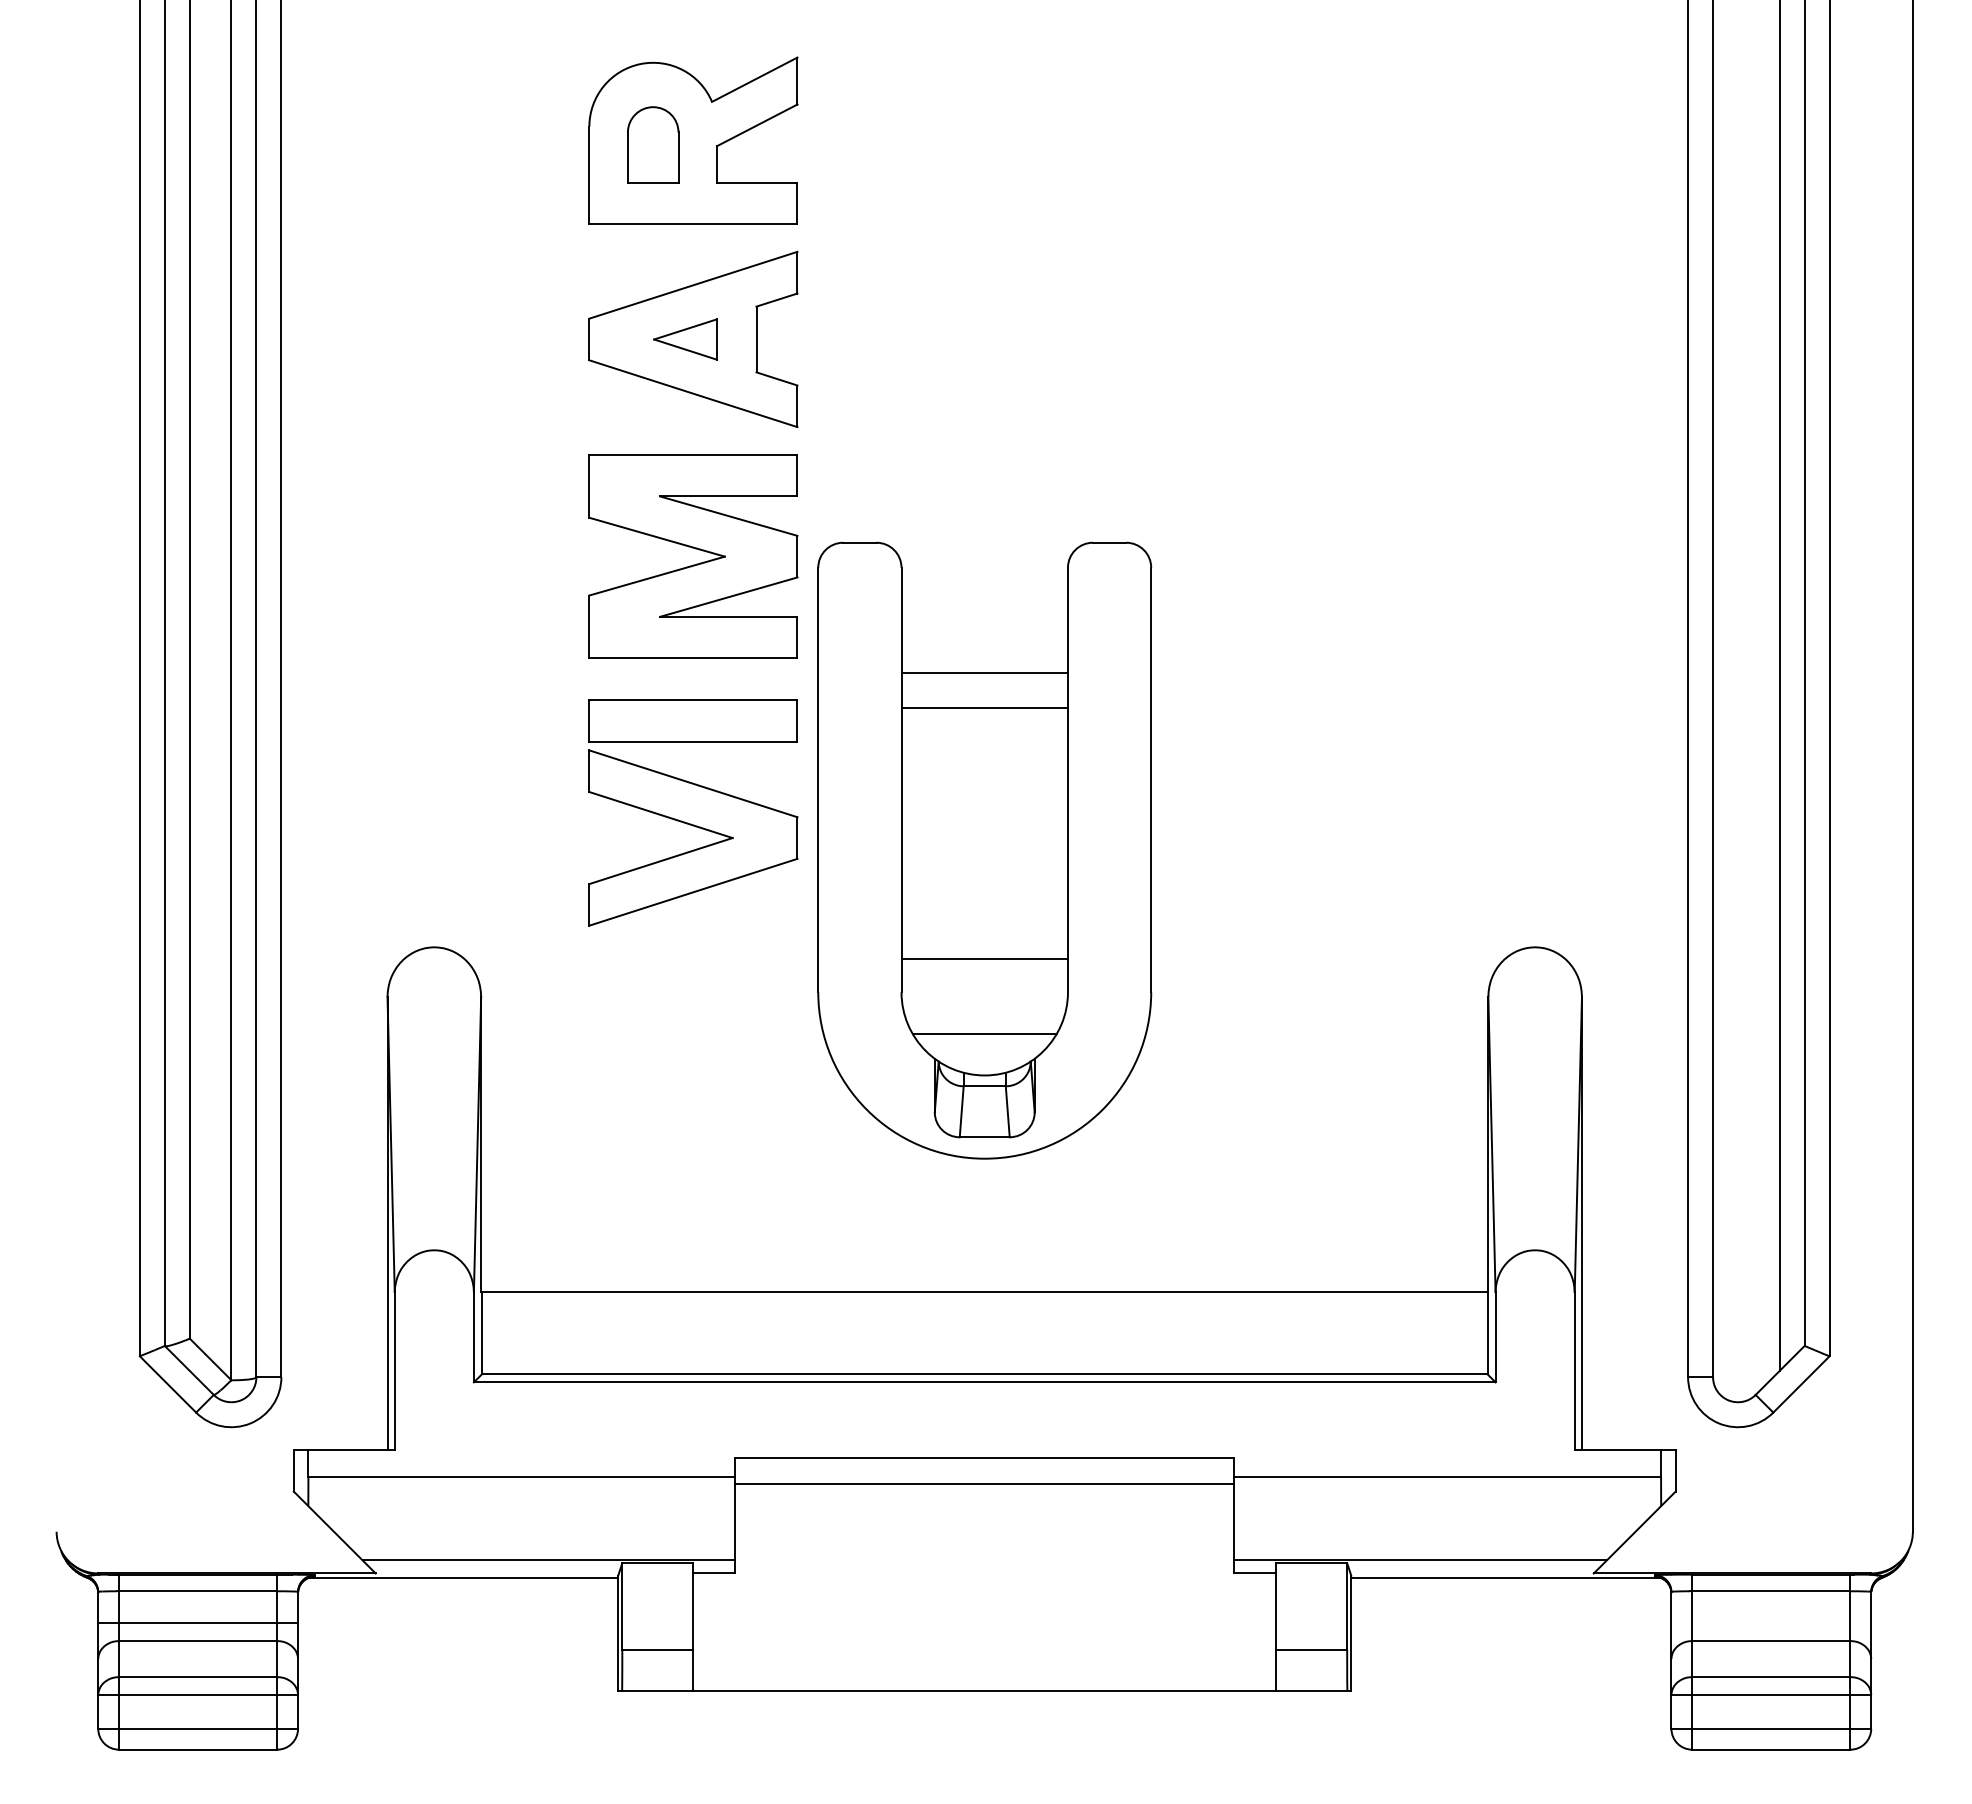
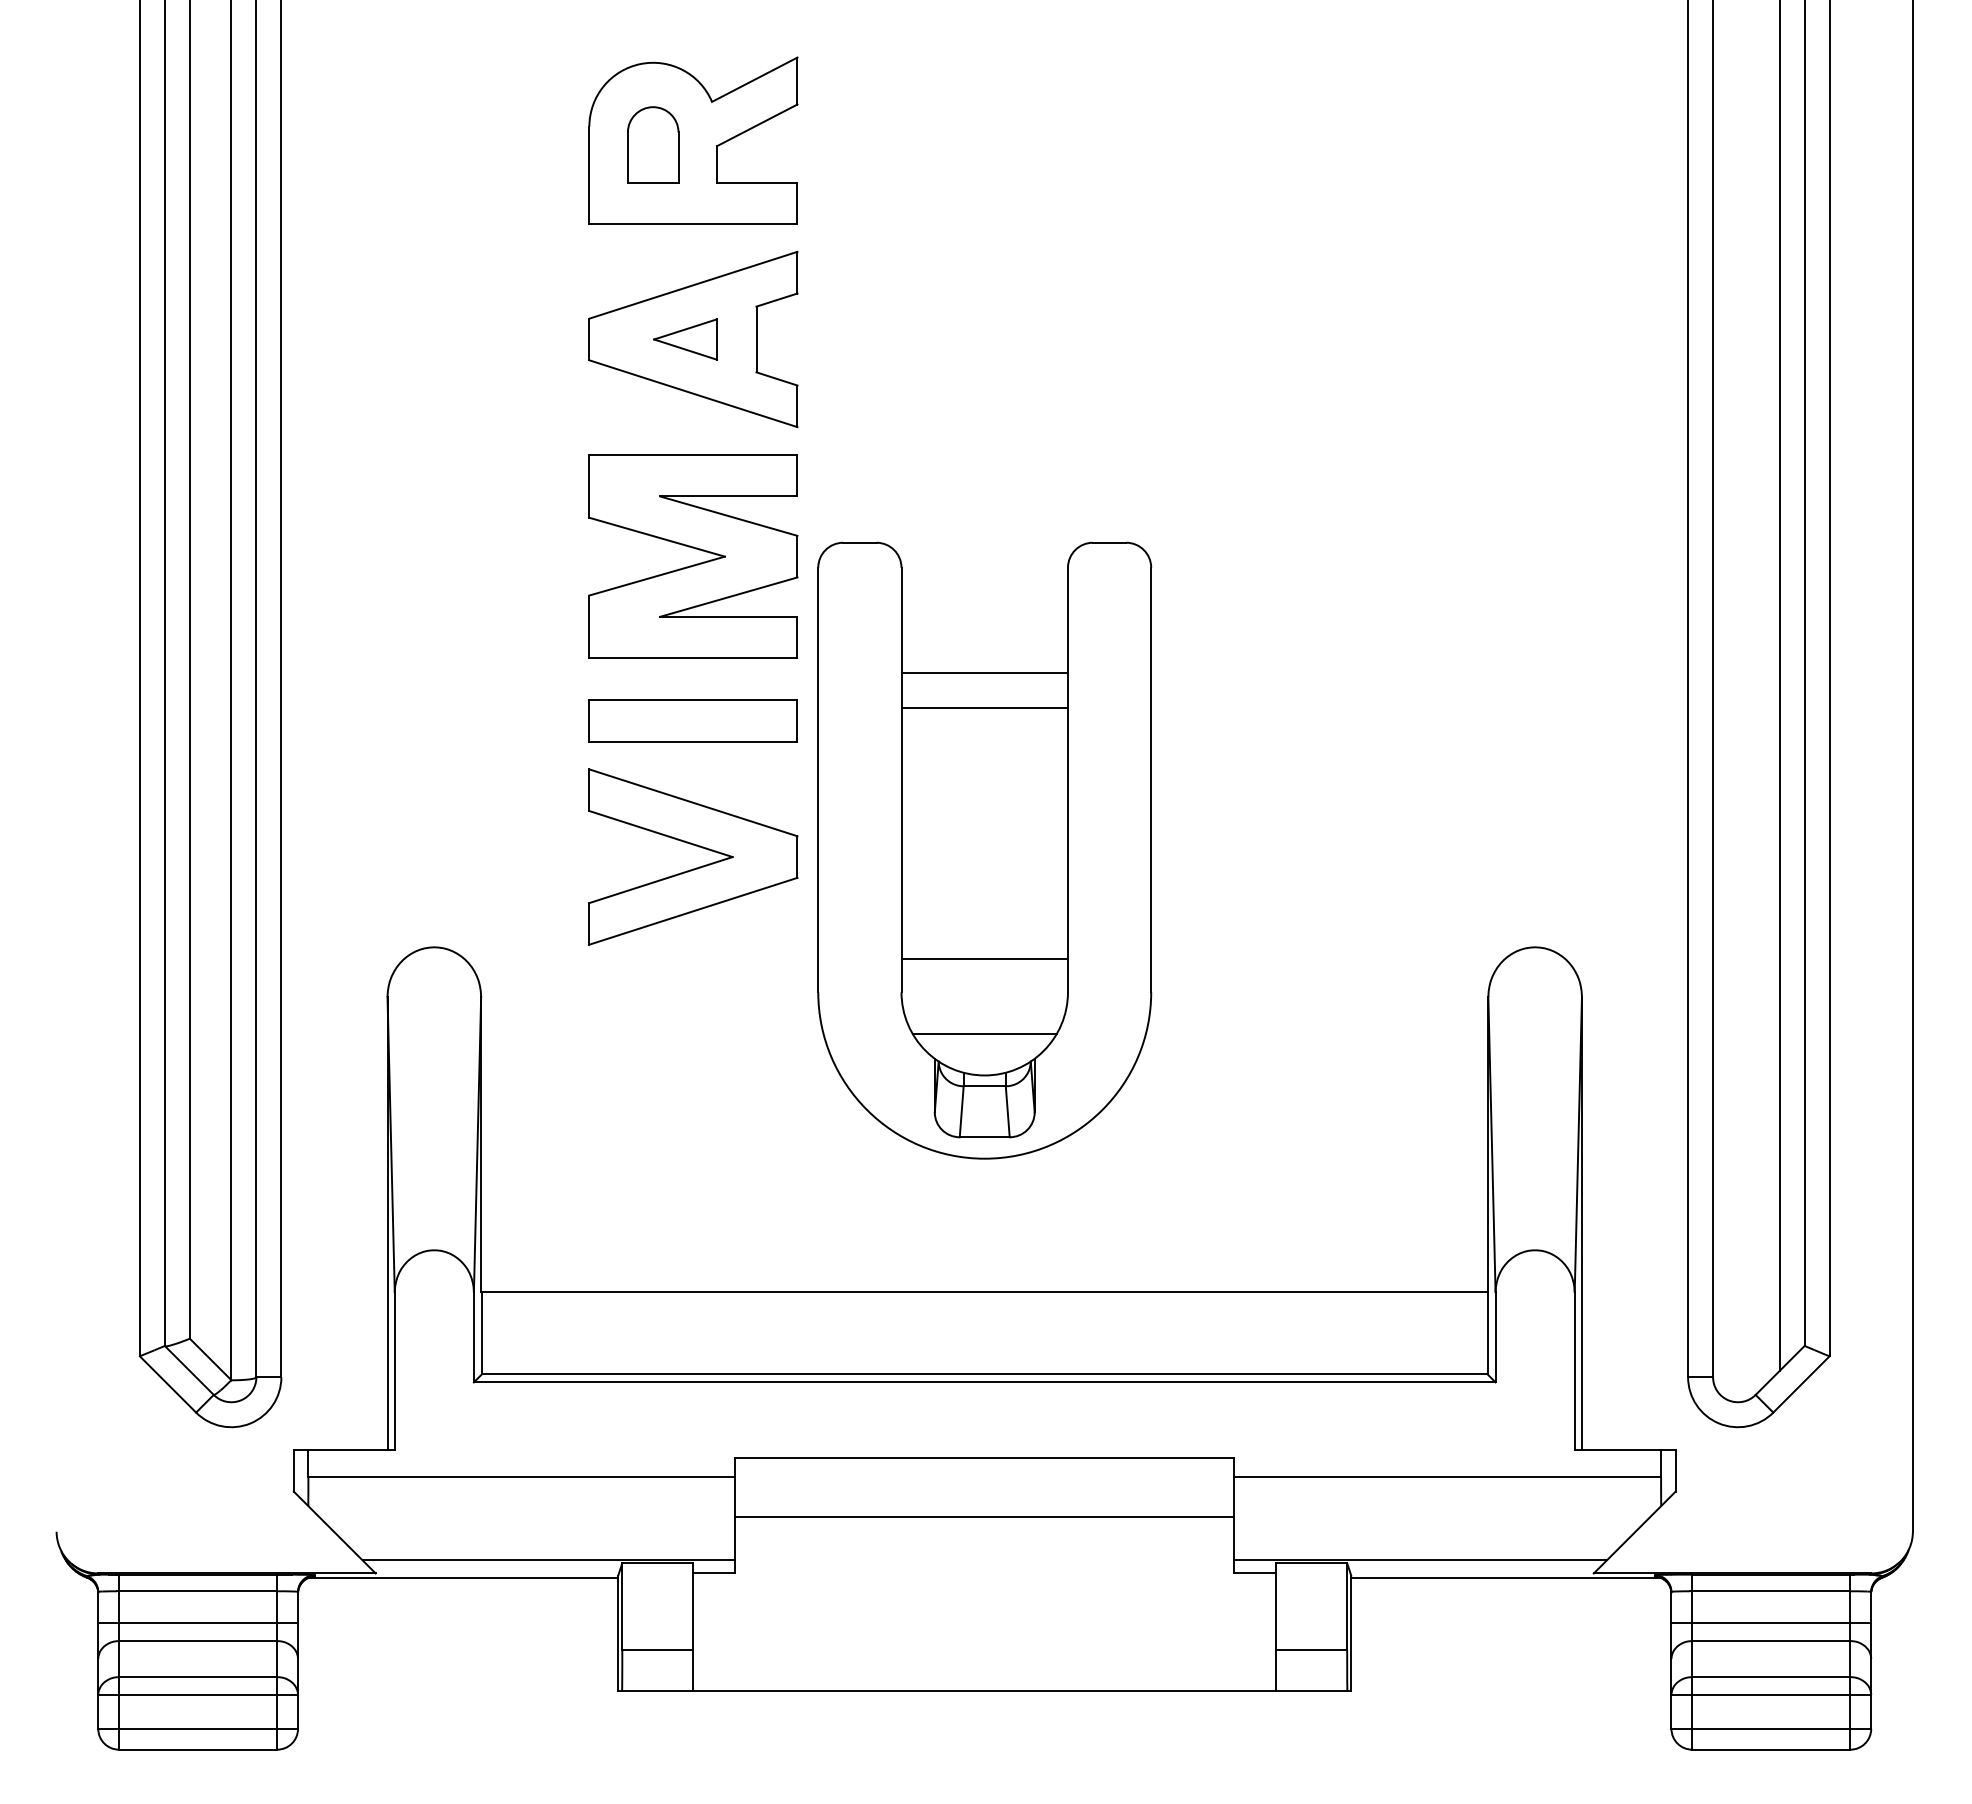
part at (695, 827) position: (695, 827) -> (695, 846)
line at (984, 1483) position: (984, 1483) -> (984, 1516)
line at (1771, 1623): none -> present
